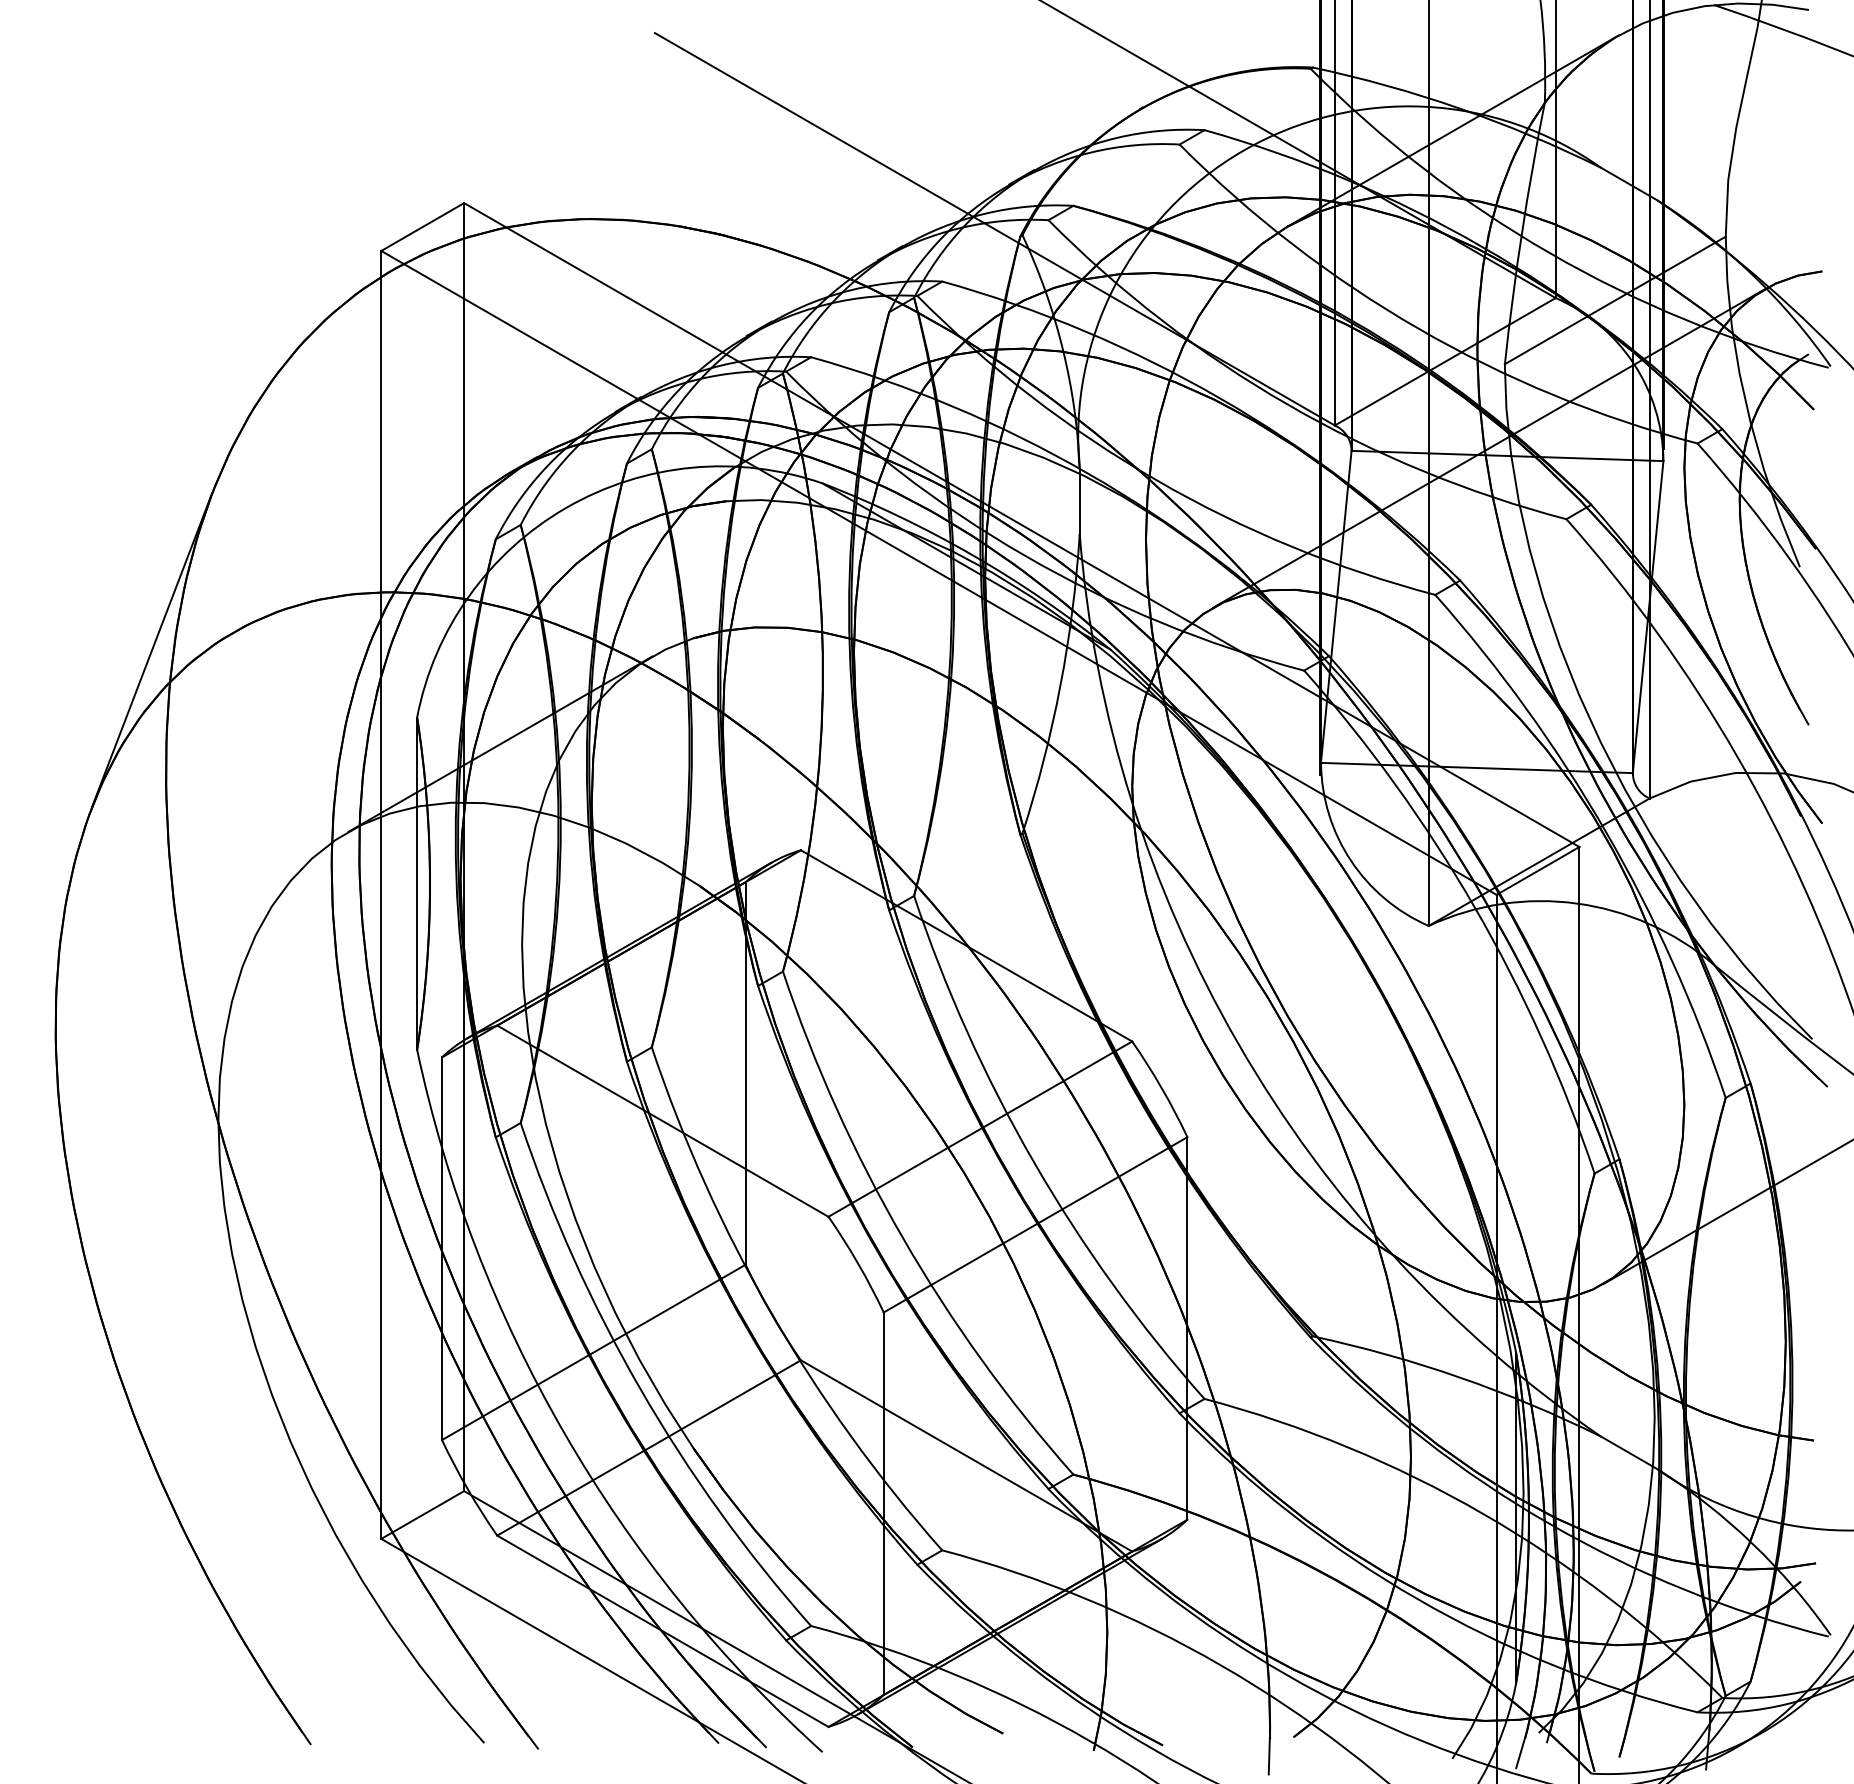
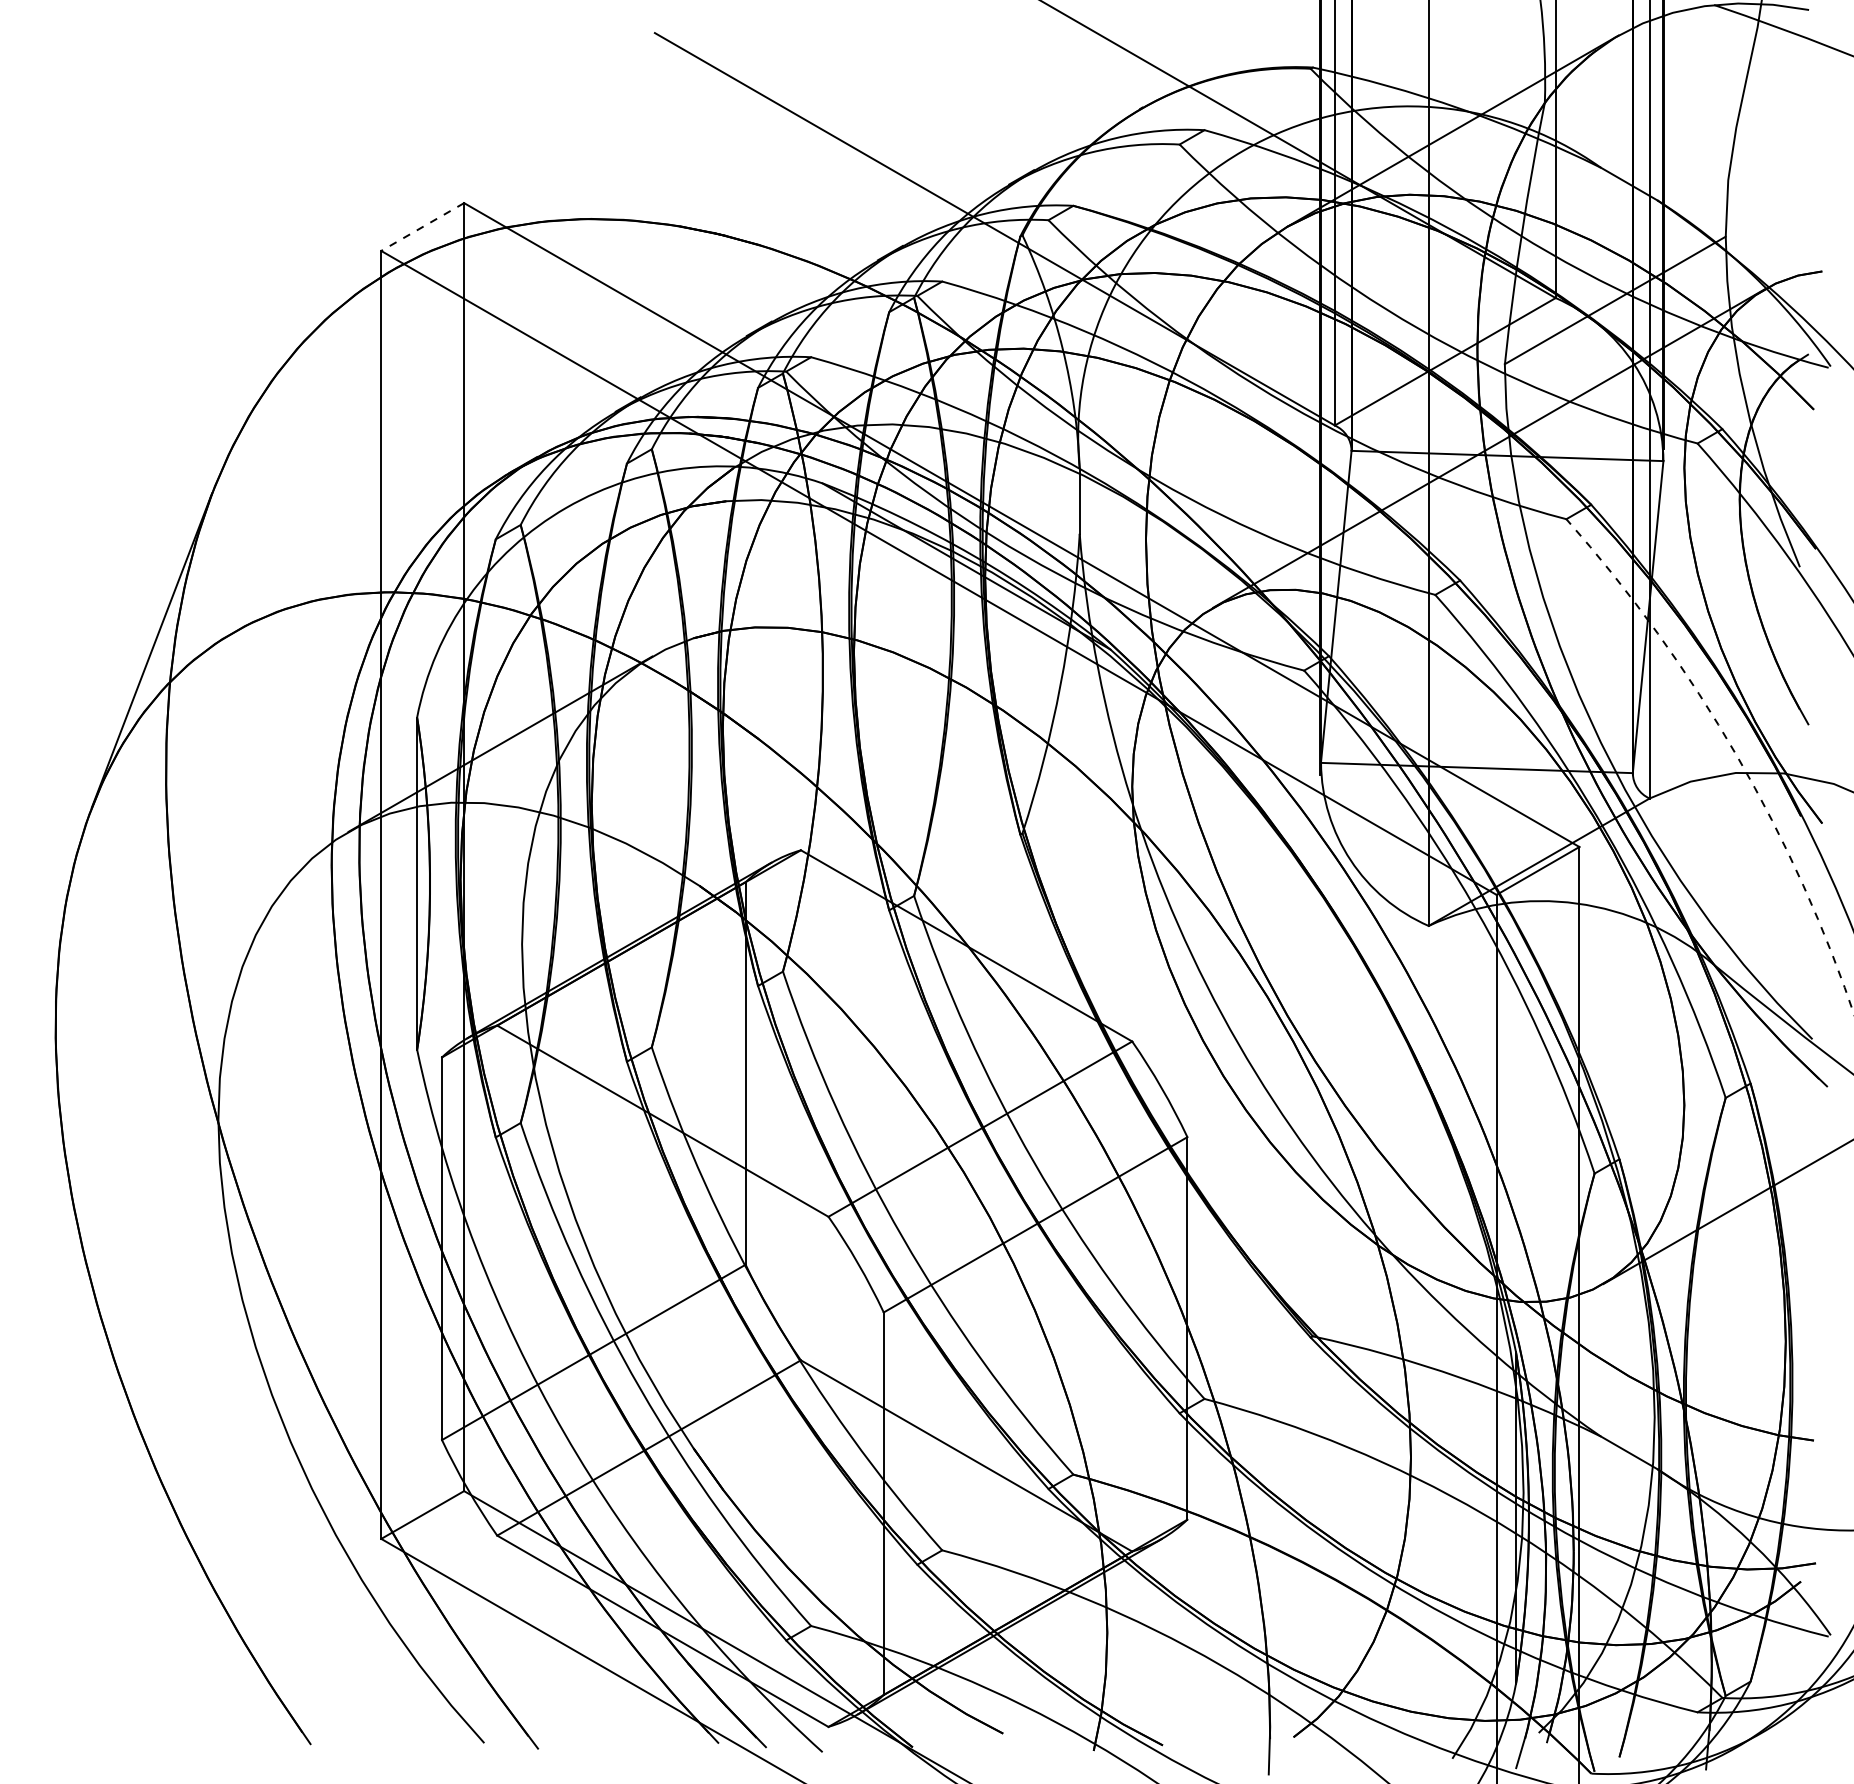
line at (422, 227): solid -> dashed
arc at (1734, 752): solid -> dashed
